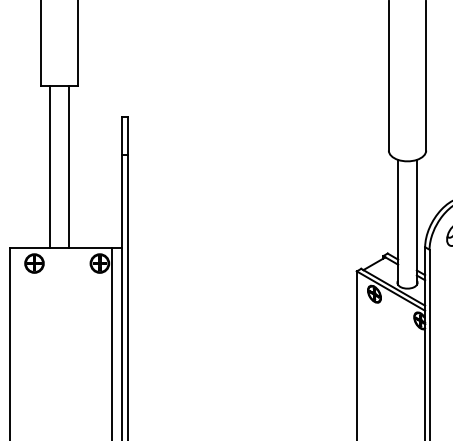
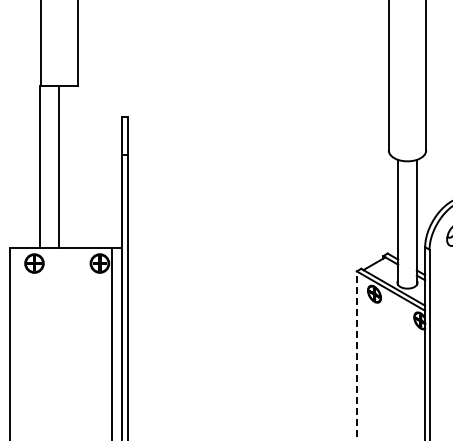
line at (50, 166) position: (50, 166) -> (40, 166)
line at (68, 166) position: (68, 166) -> (58, 166)
line at (356, 355): solid -> dashed
